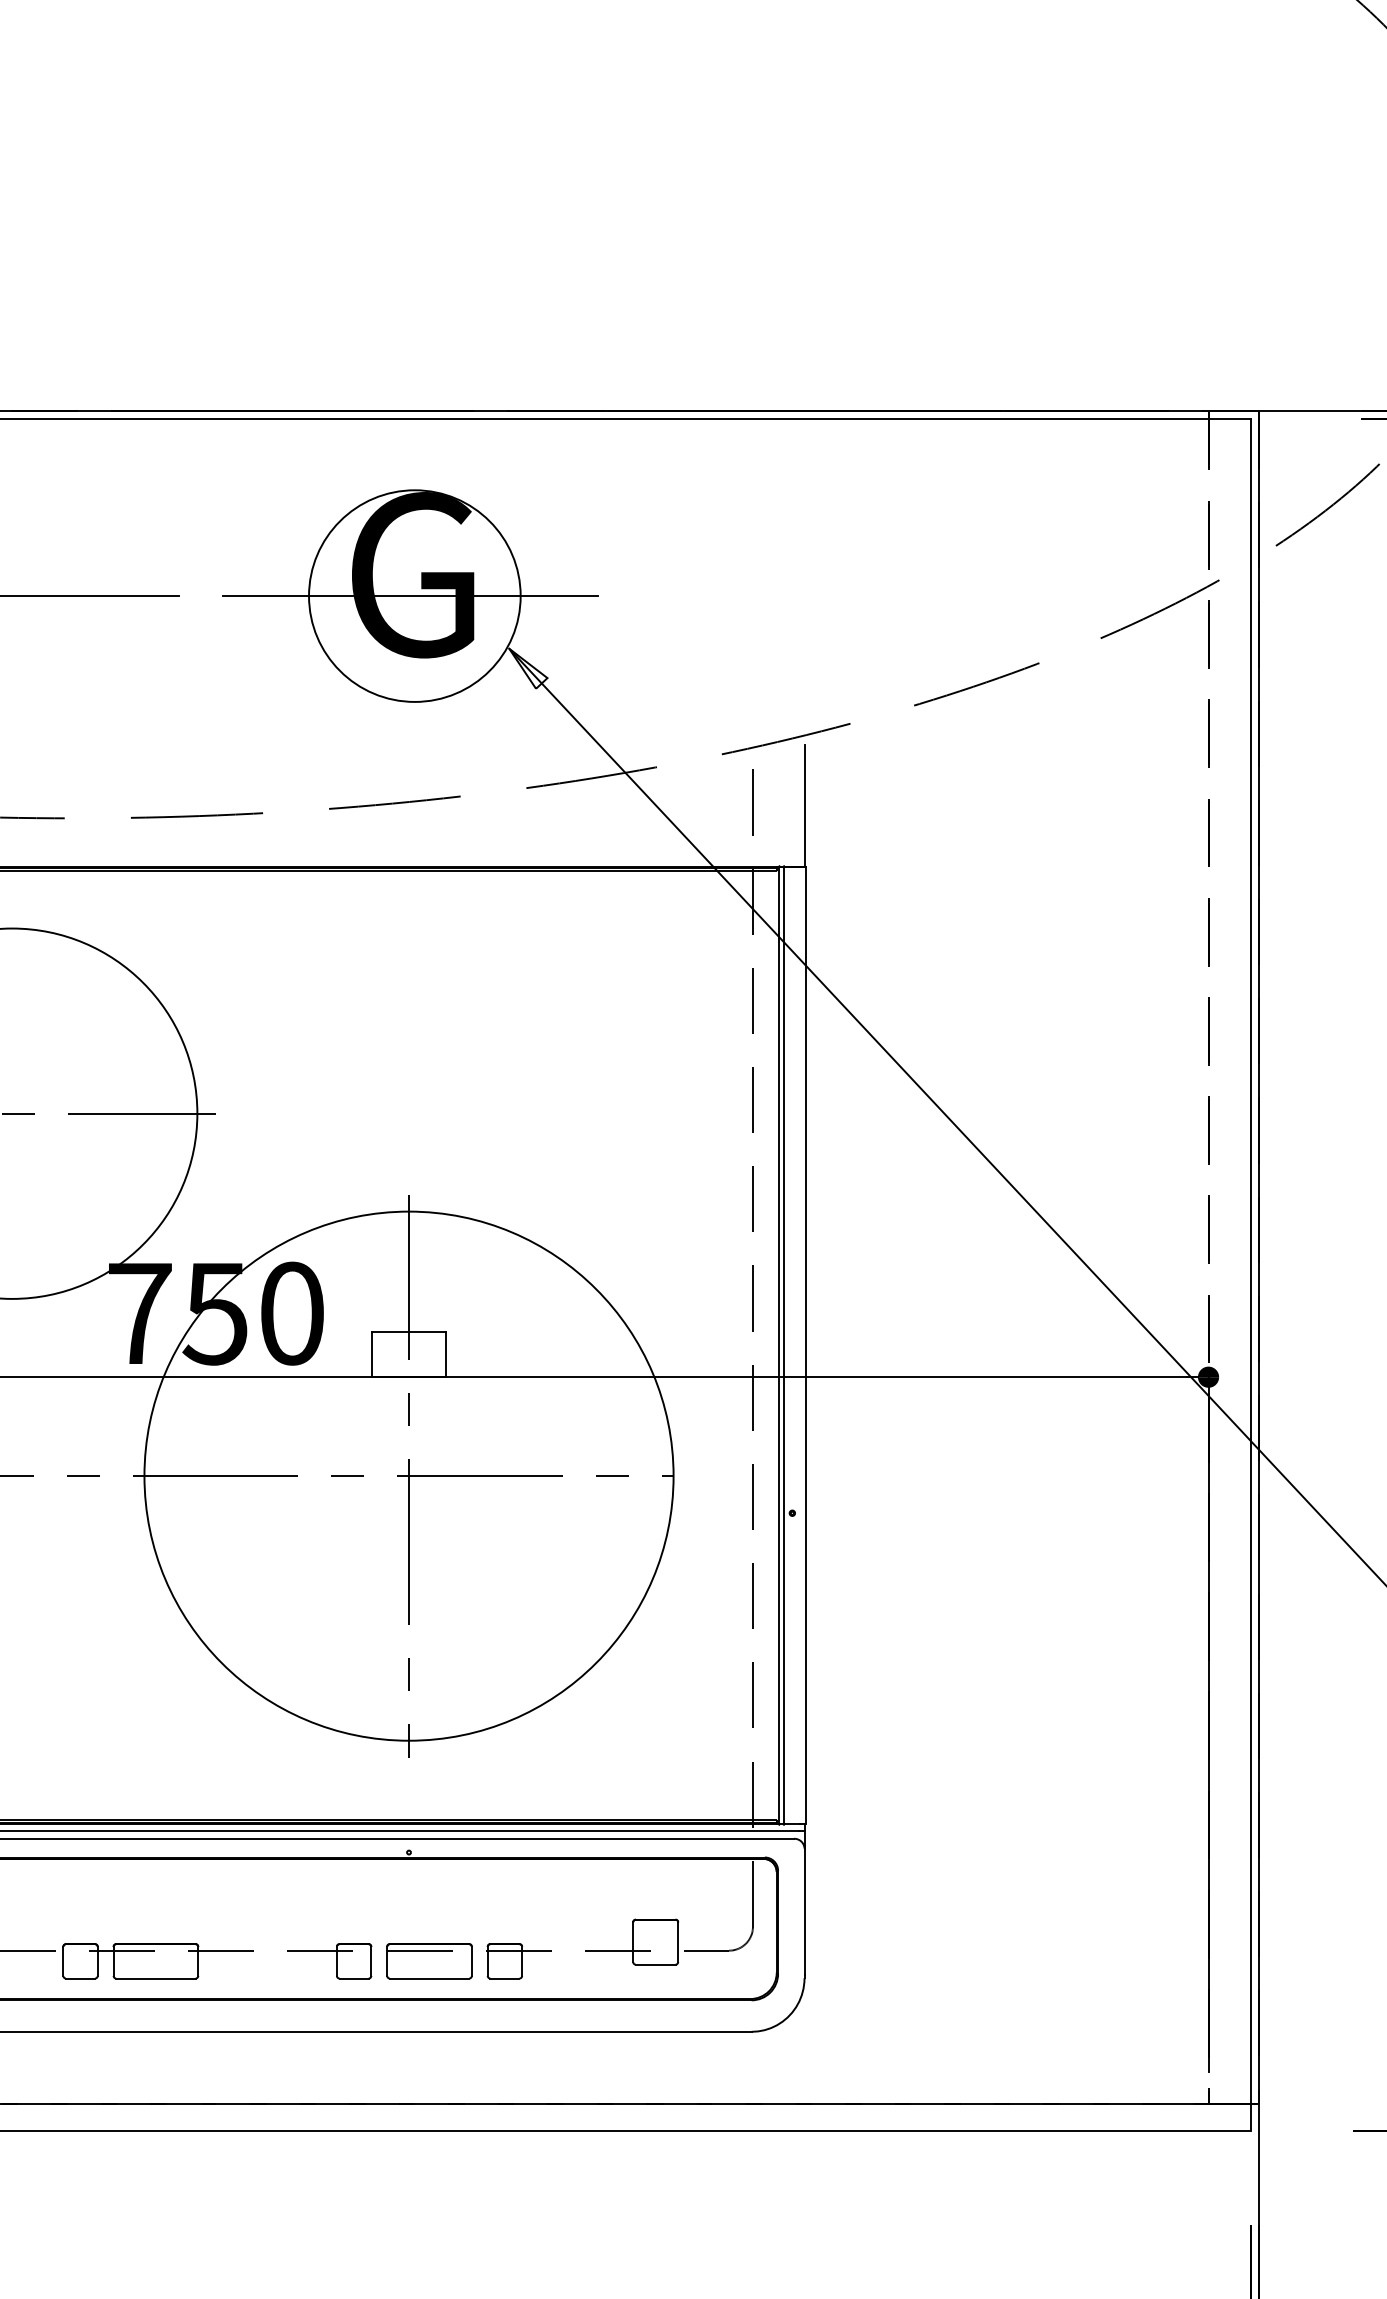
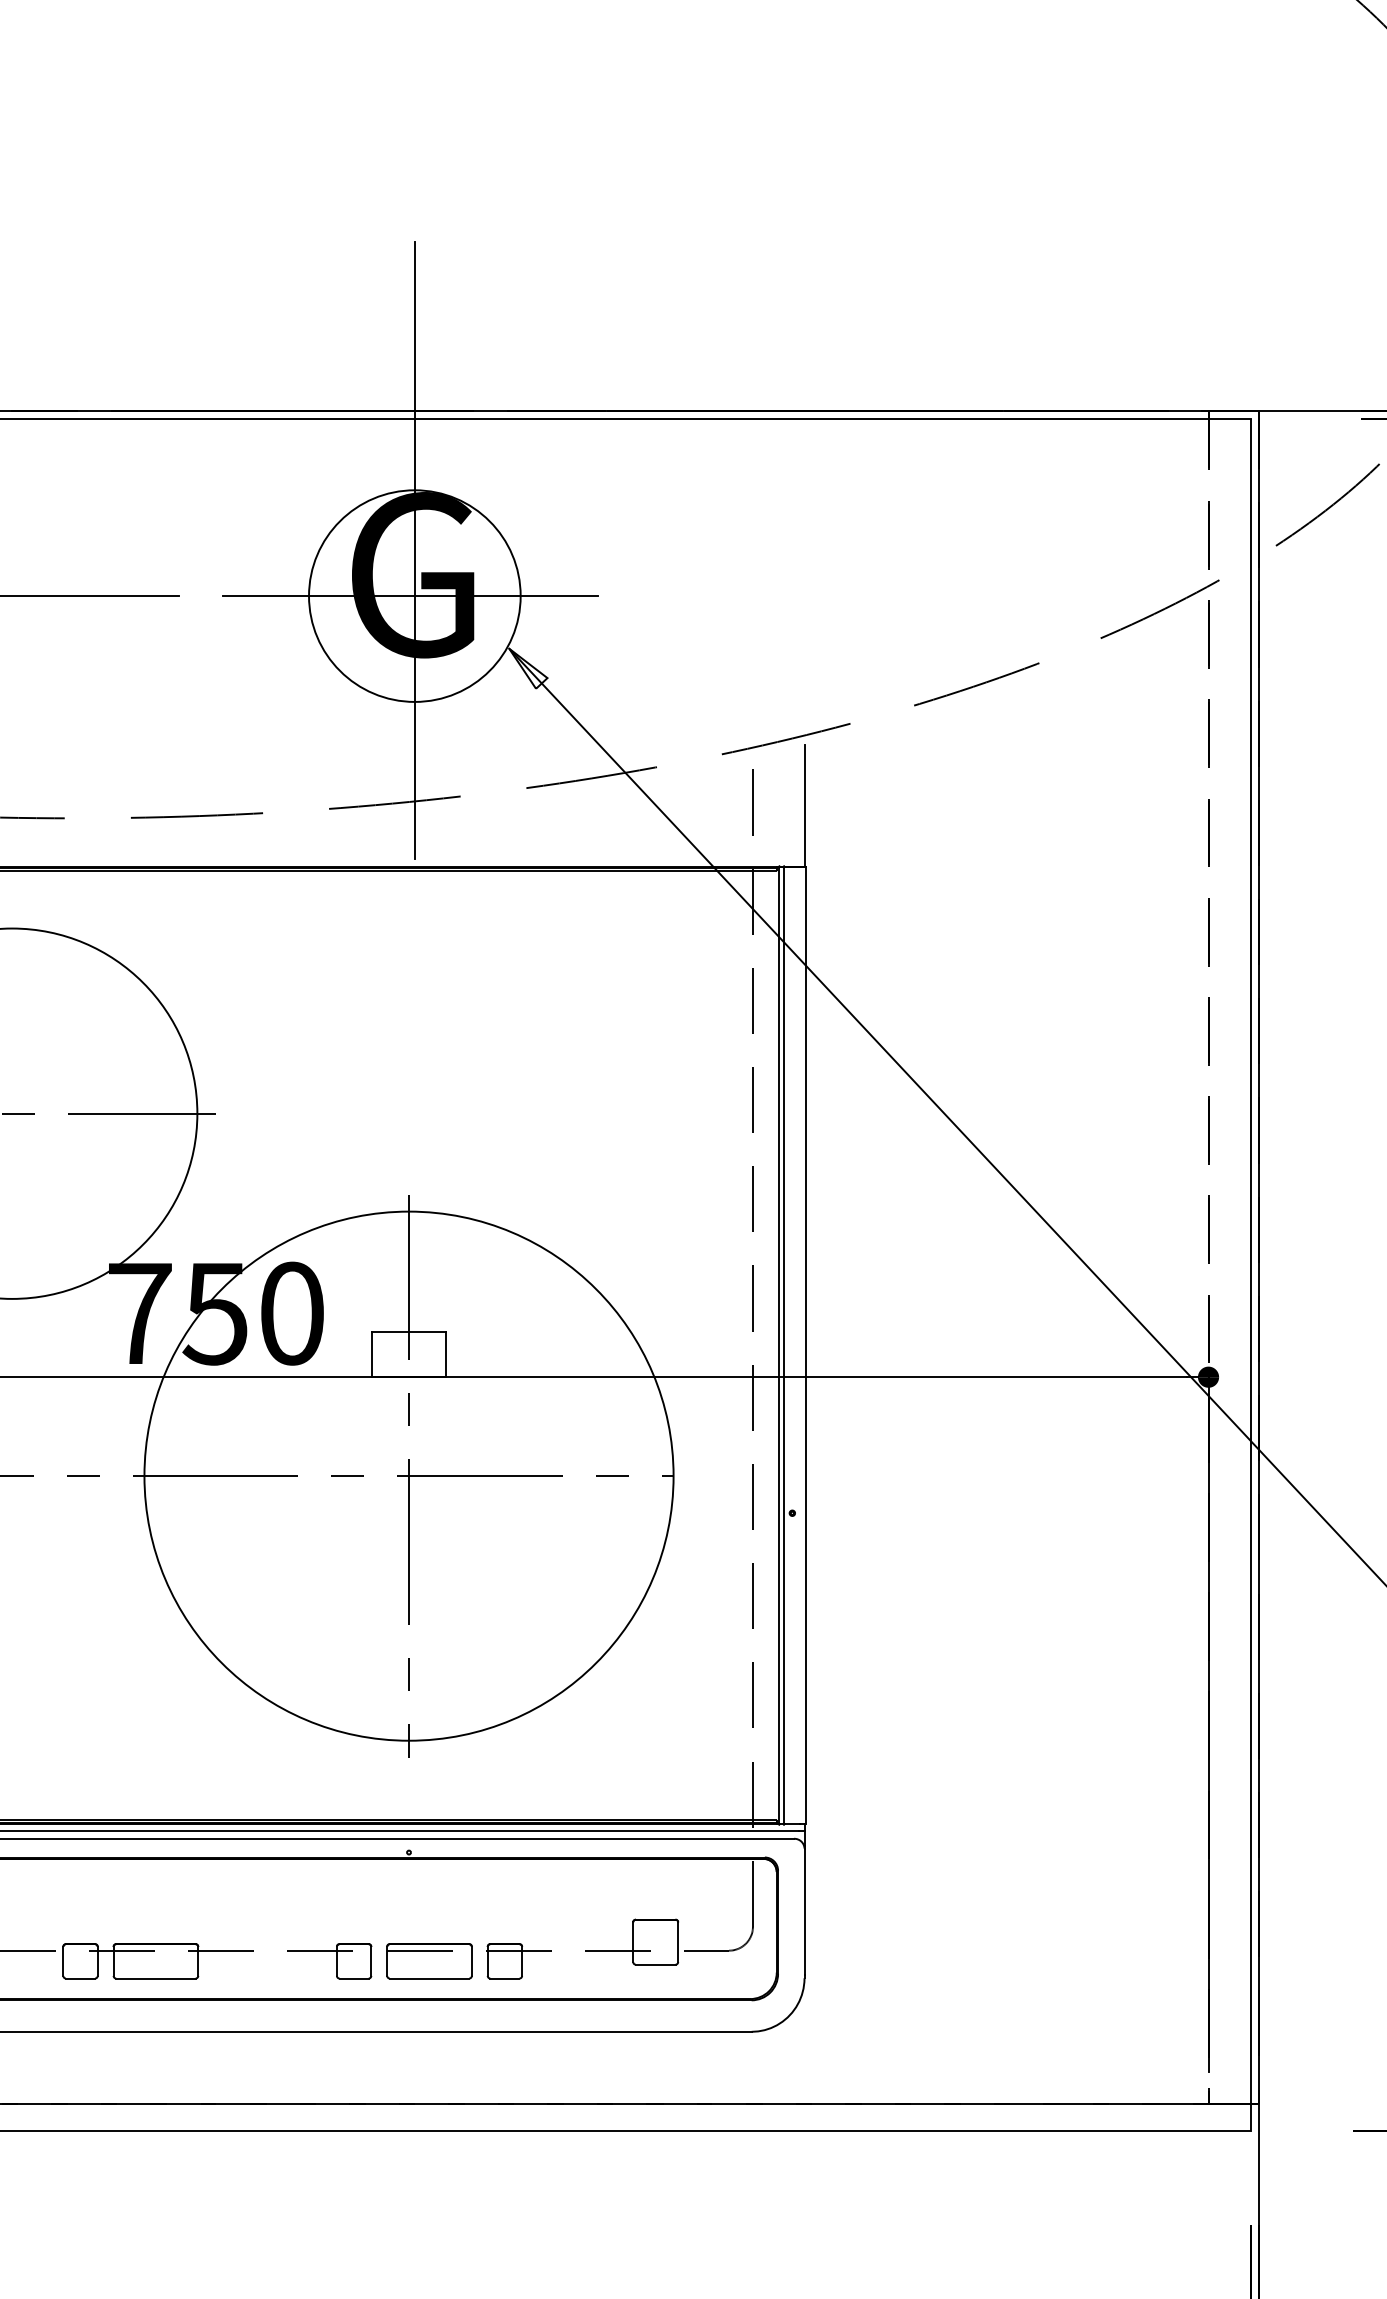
line at (414, 550): none -> present
